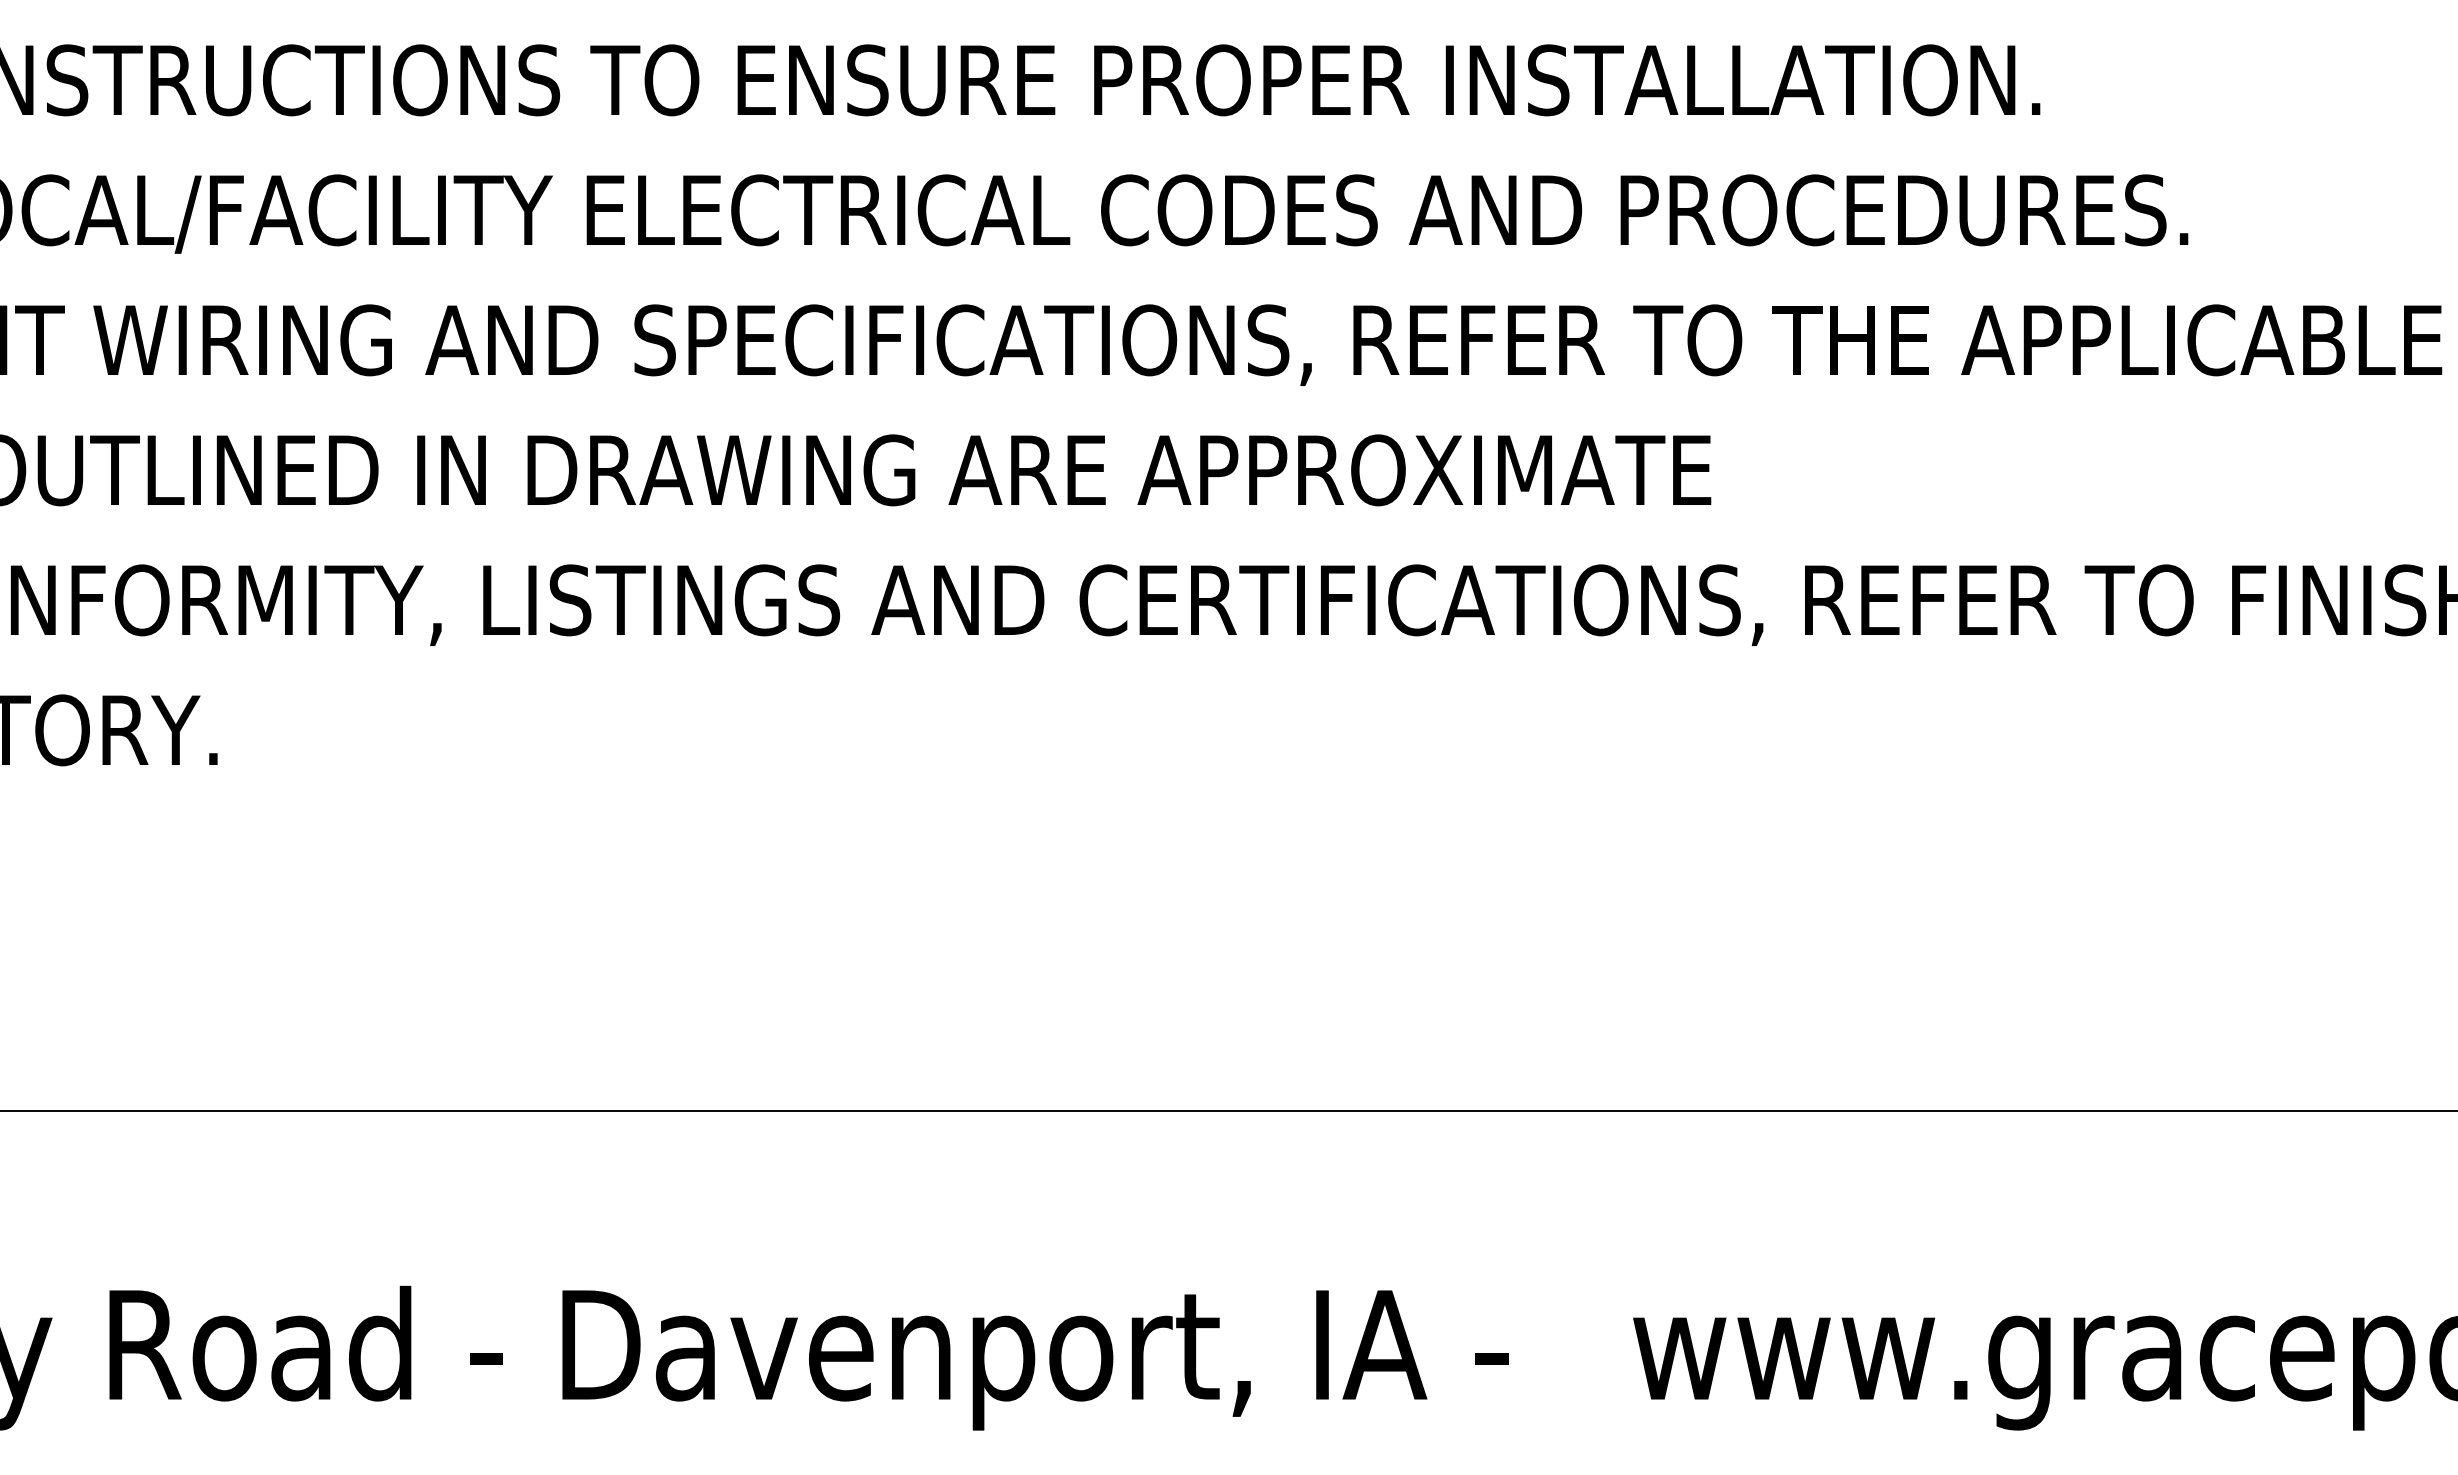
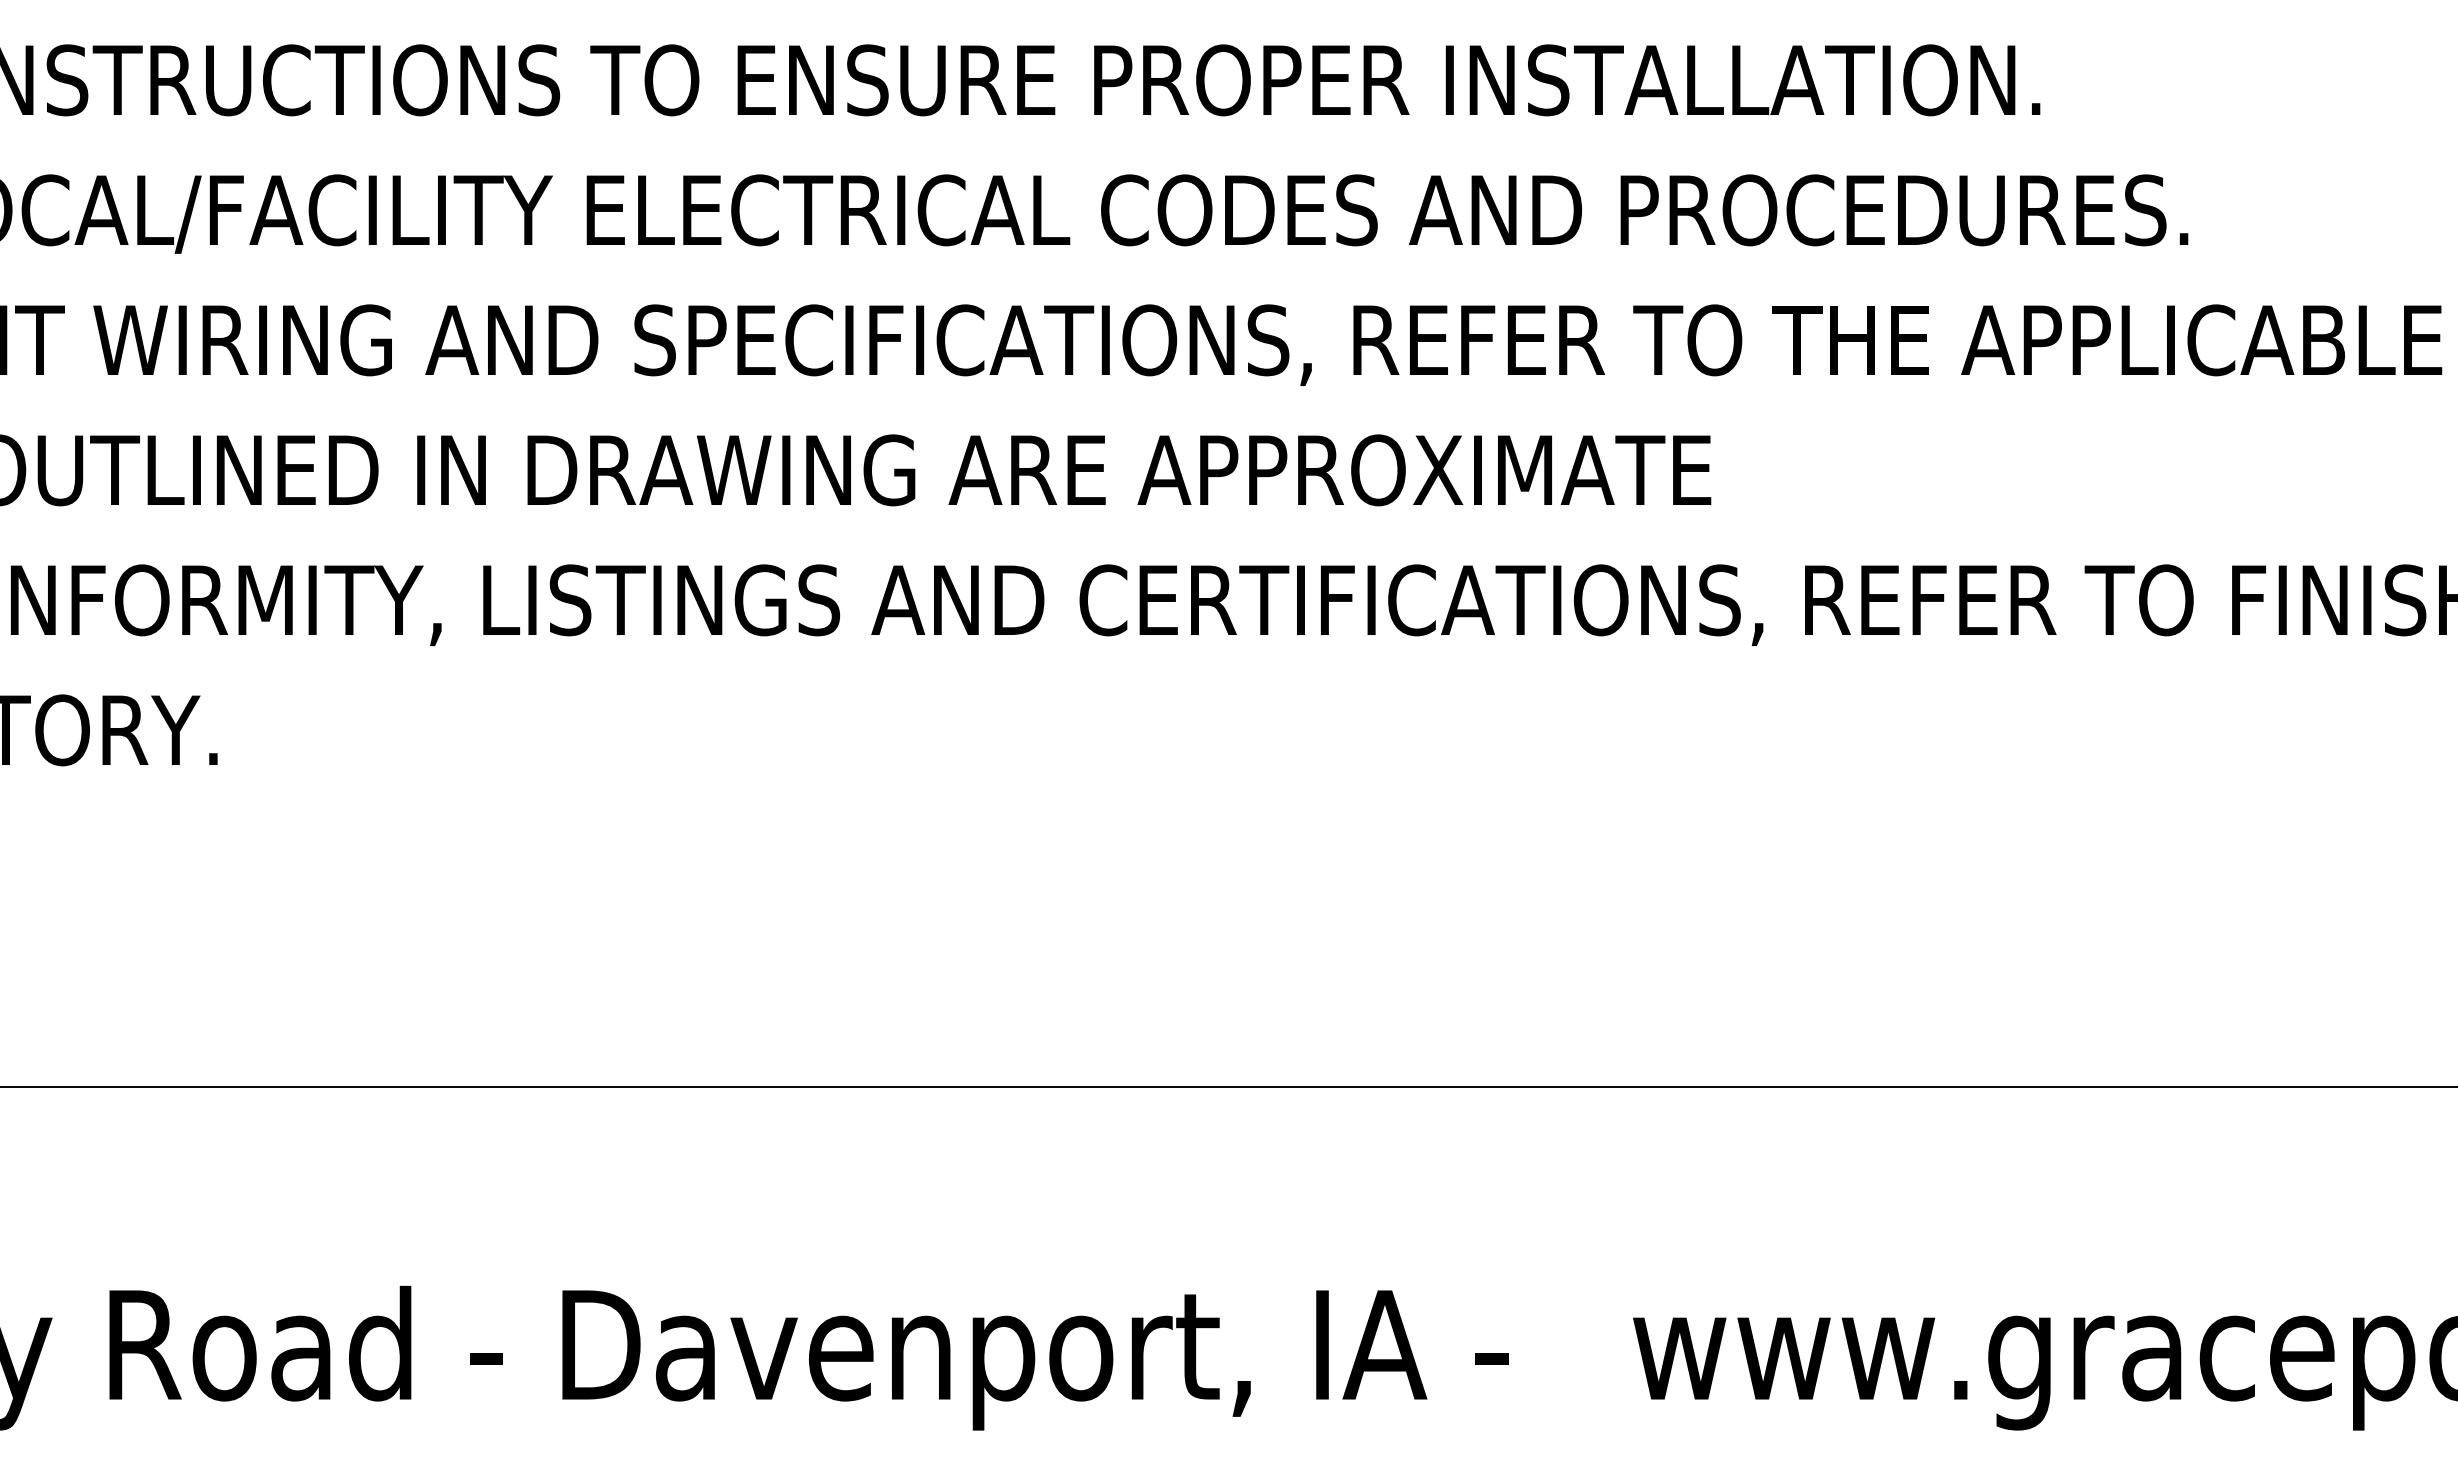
line at (1228, 1111) position: (1228, 1111) -> (1228, 1087)
